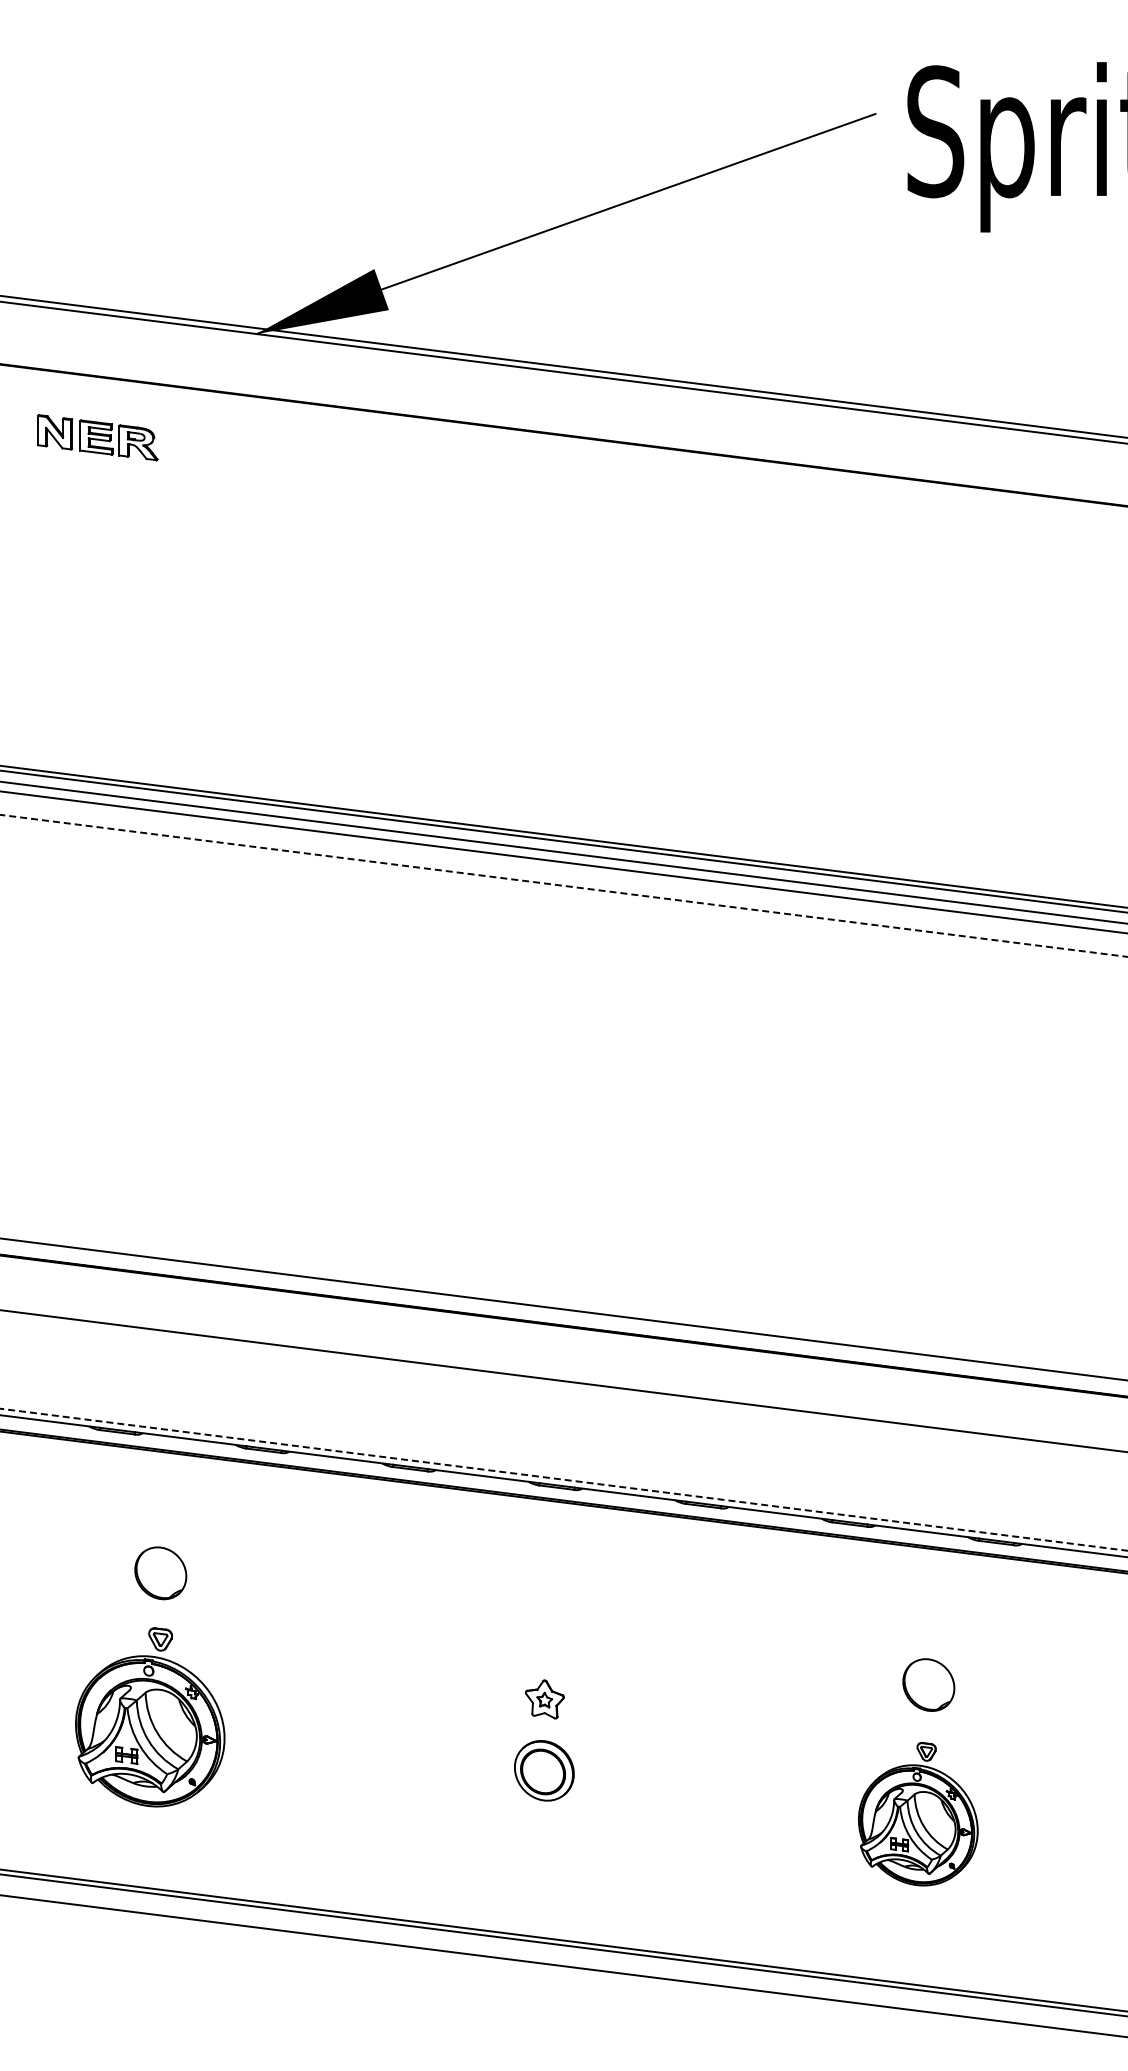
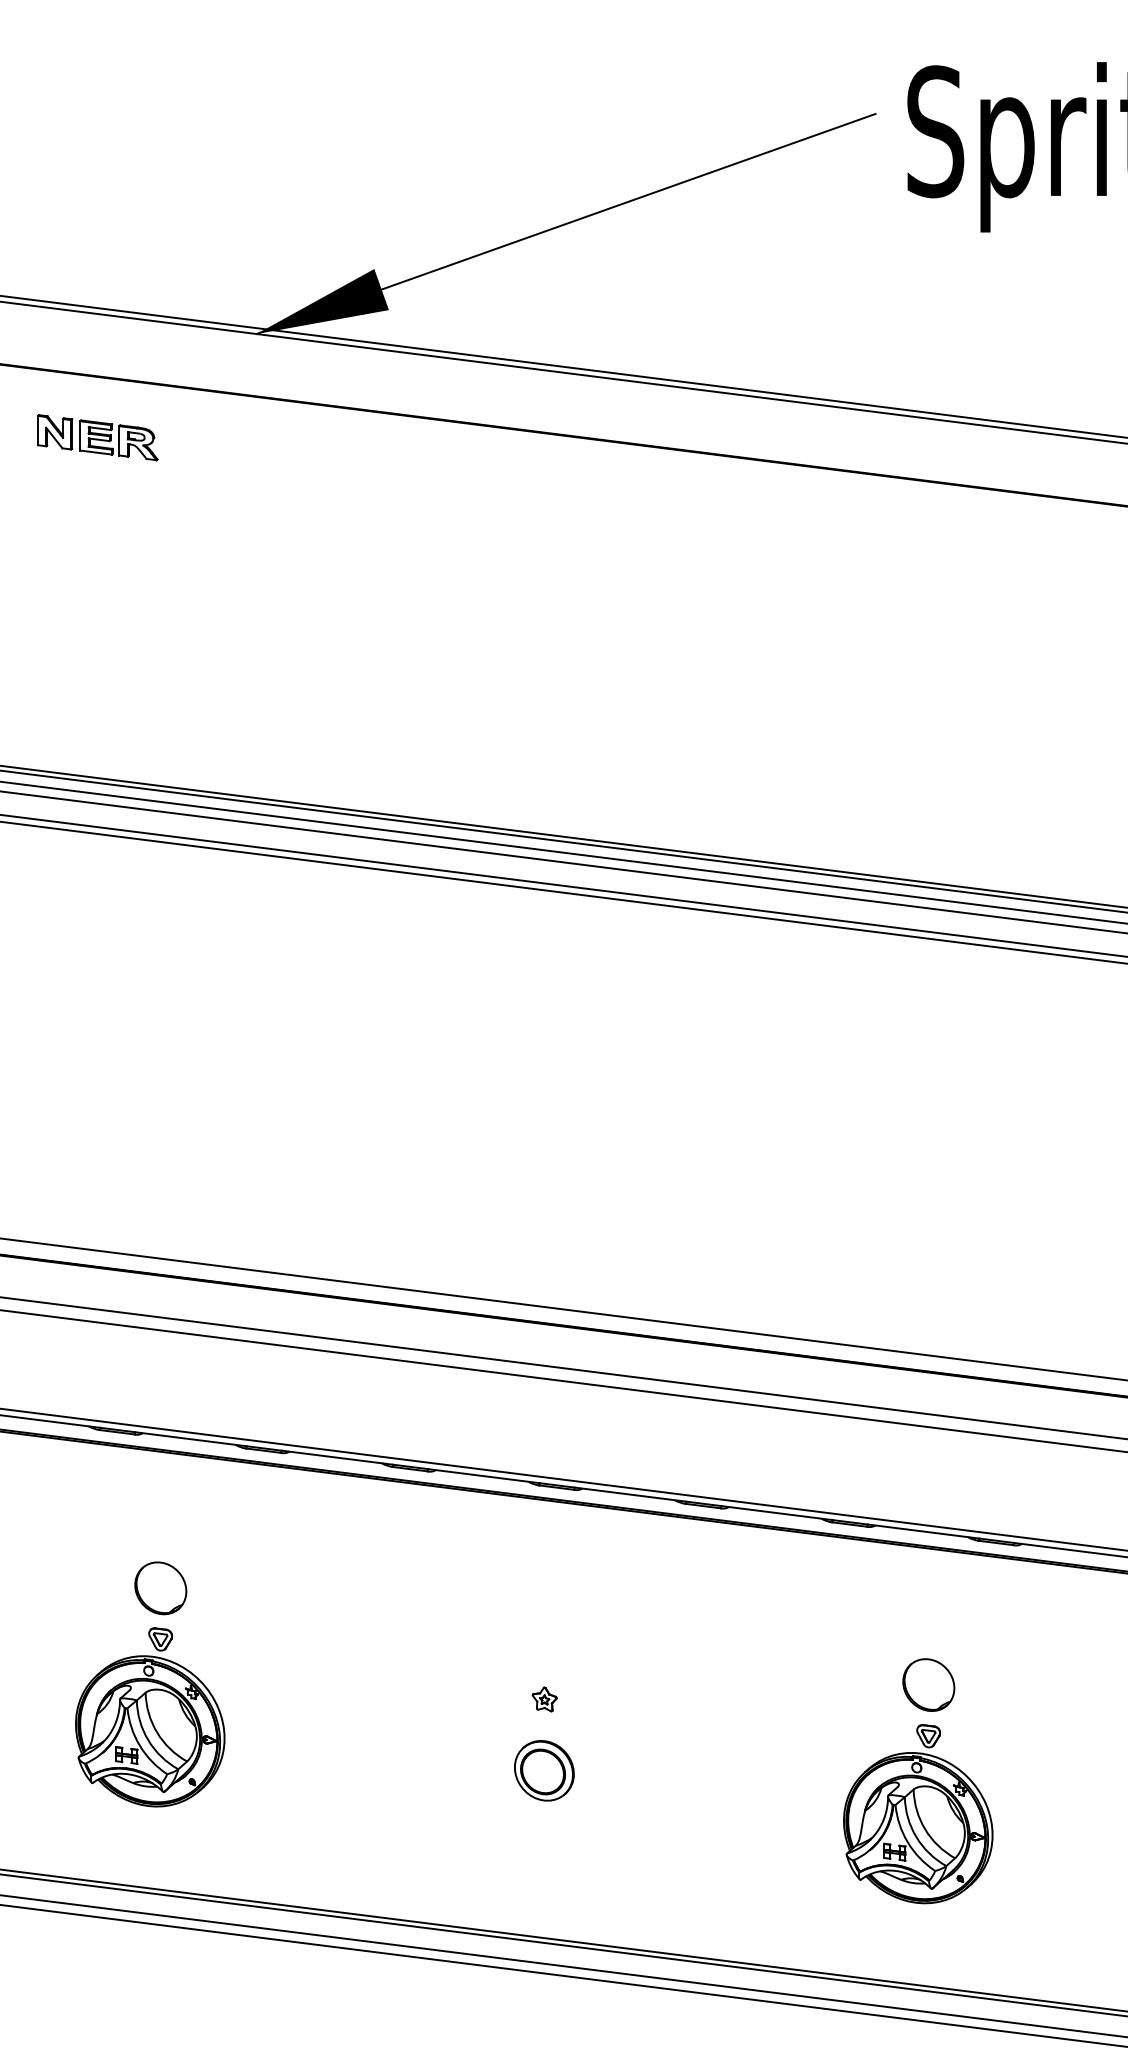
line at (563, 885): dashed -> solid
line at (563, 892): none -> present
line at (563, 1367): none -> present
line at (563, 1479): dashed -> solid
part at (160, 1573) position: (160, 1573) -> (160, 1588)
part at (544, 1699) size: 41x41 px -> 27x27 px
part at (918, 1813) size: 121x146 px -> 151x181 px
line at (563, 1975): none -> present
